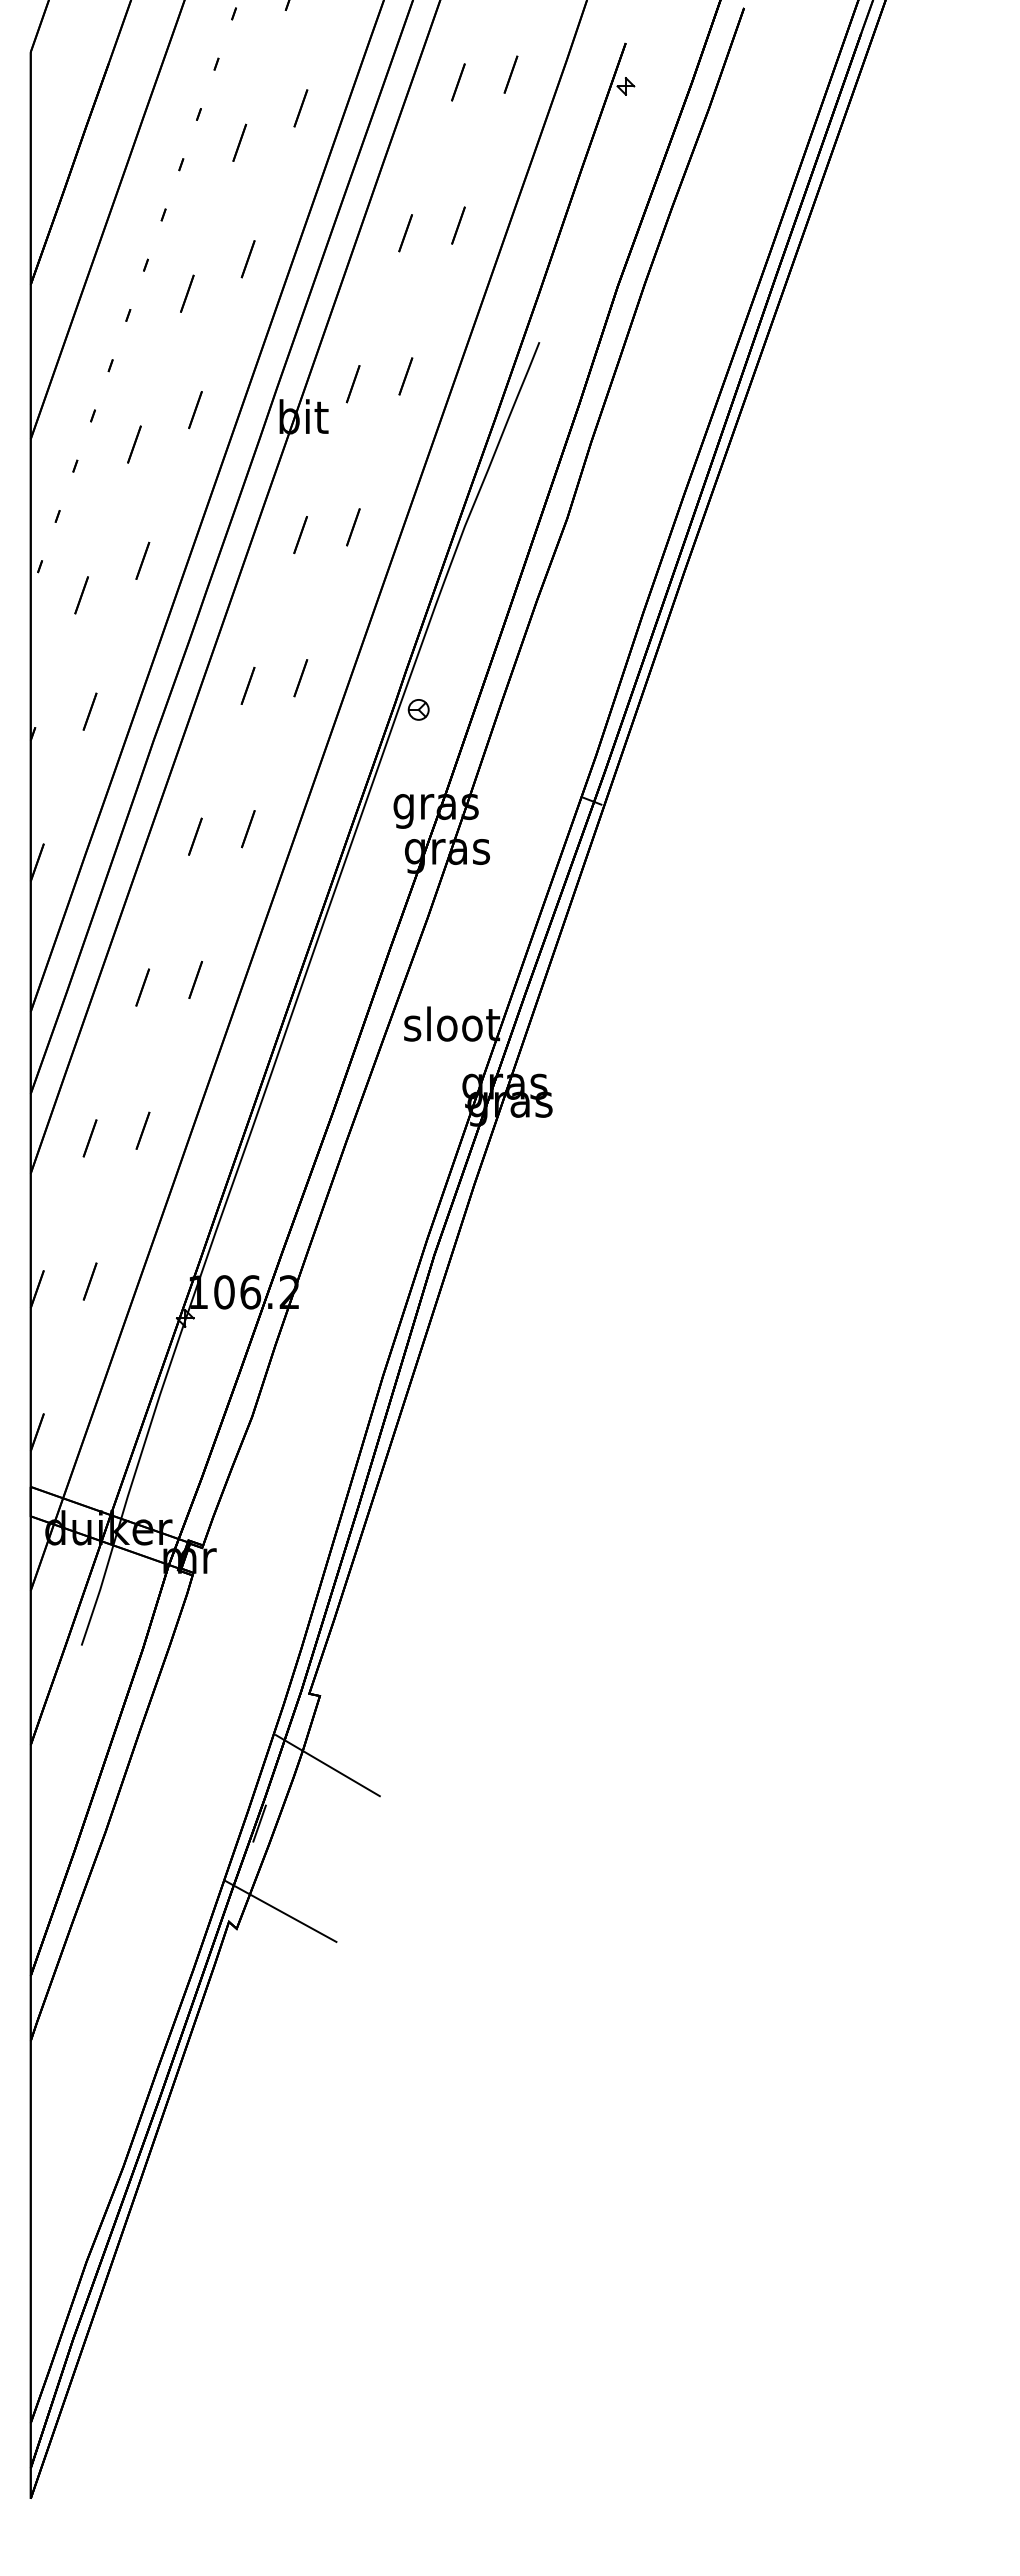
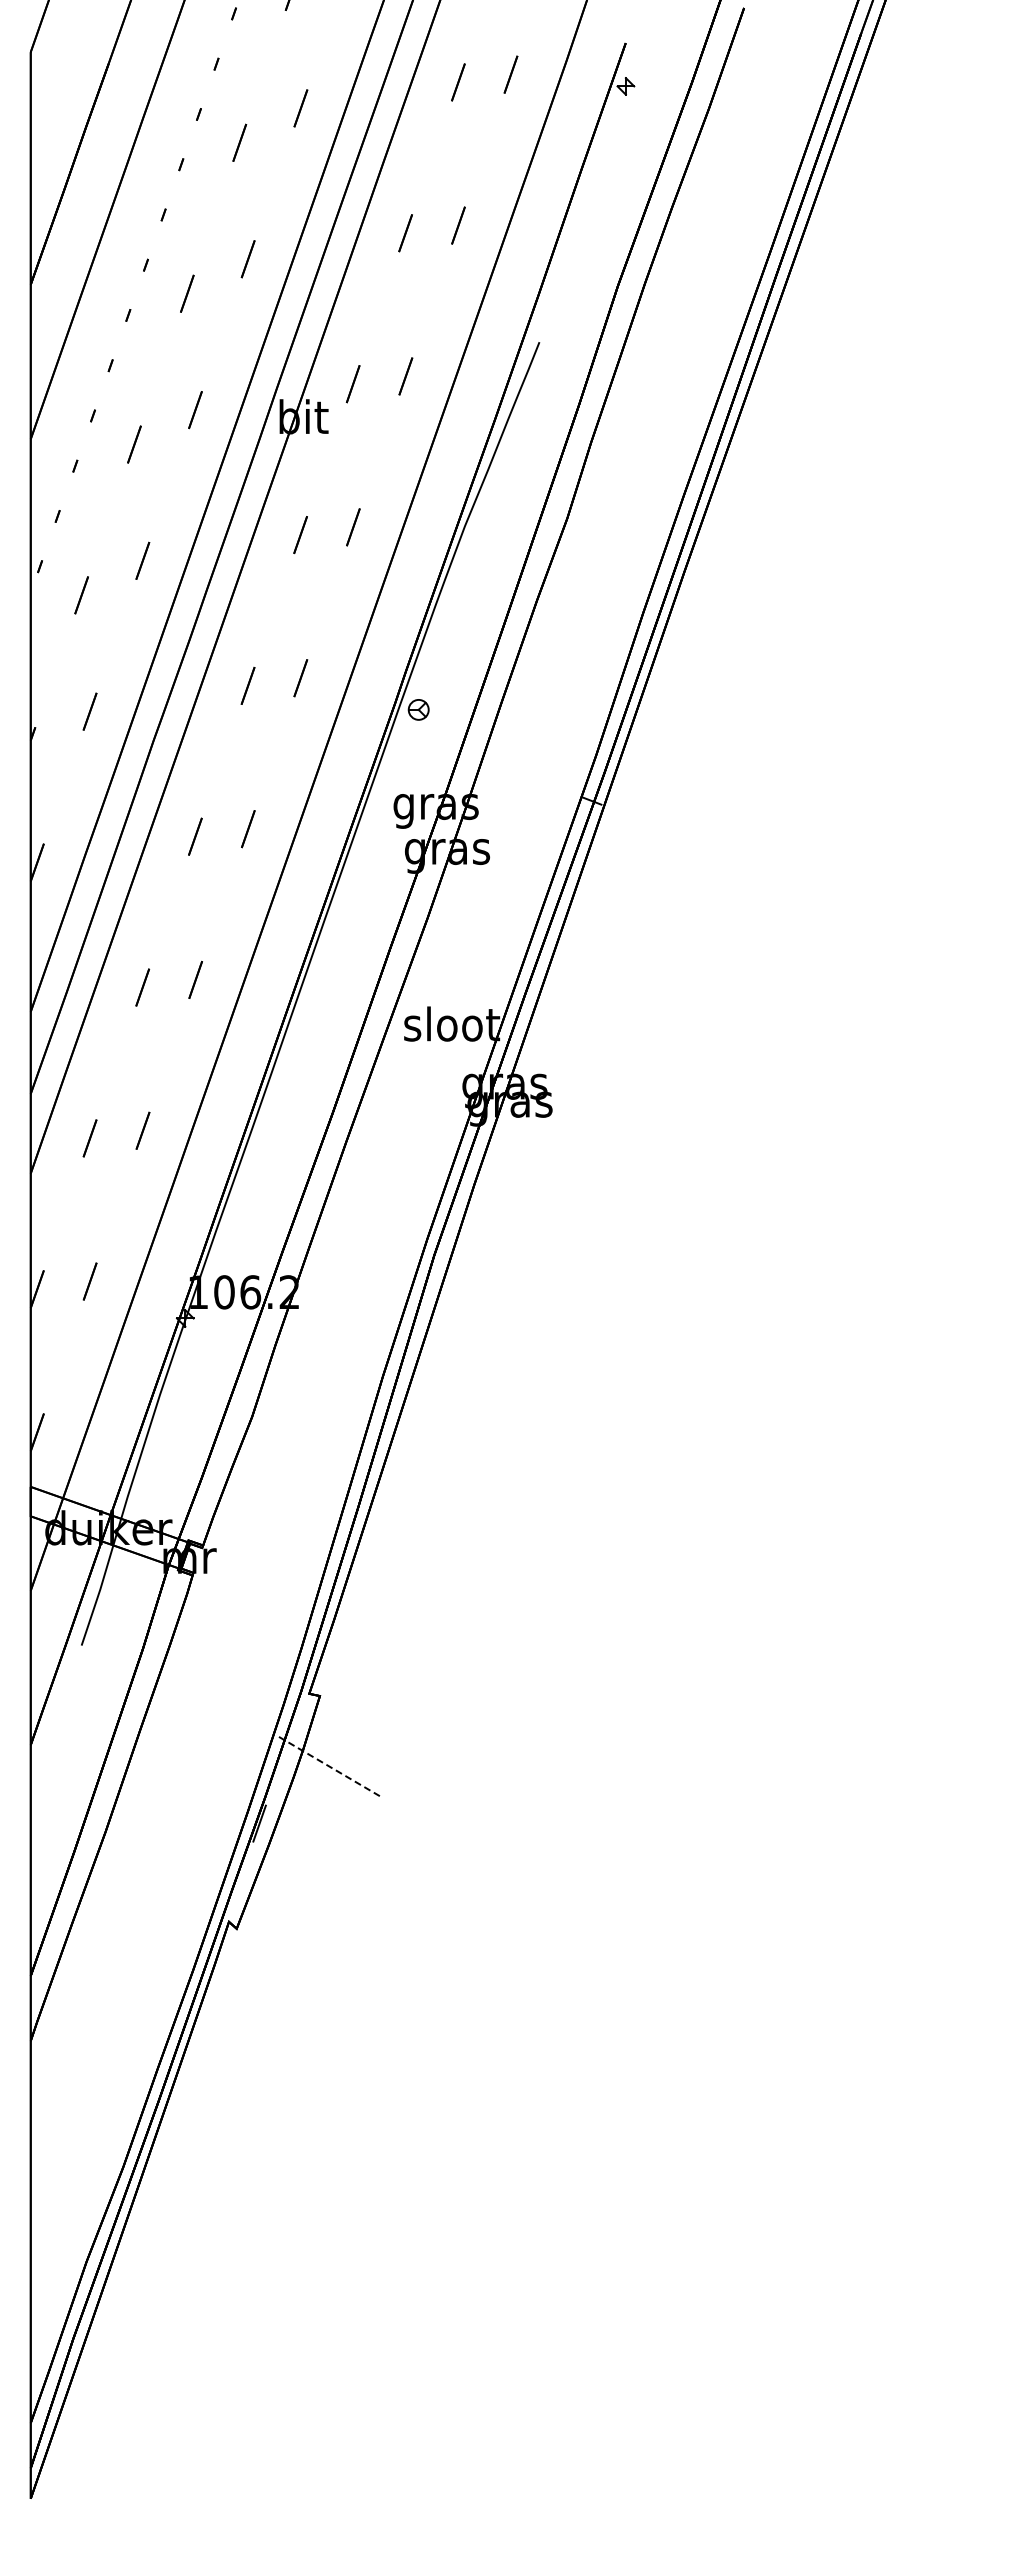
line at (327, 1765): solid -> dashed
line at (280, 1910): present -> none
